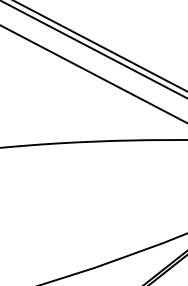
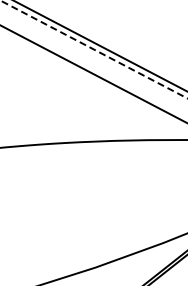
line at (94, 49): solid -> dashed
